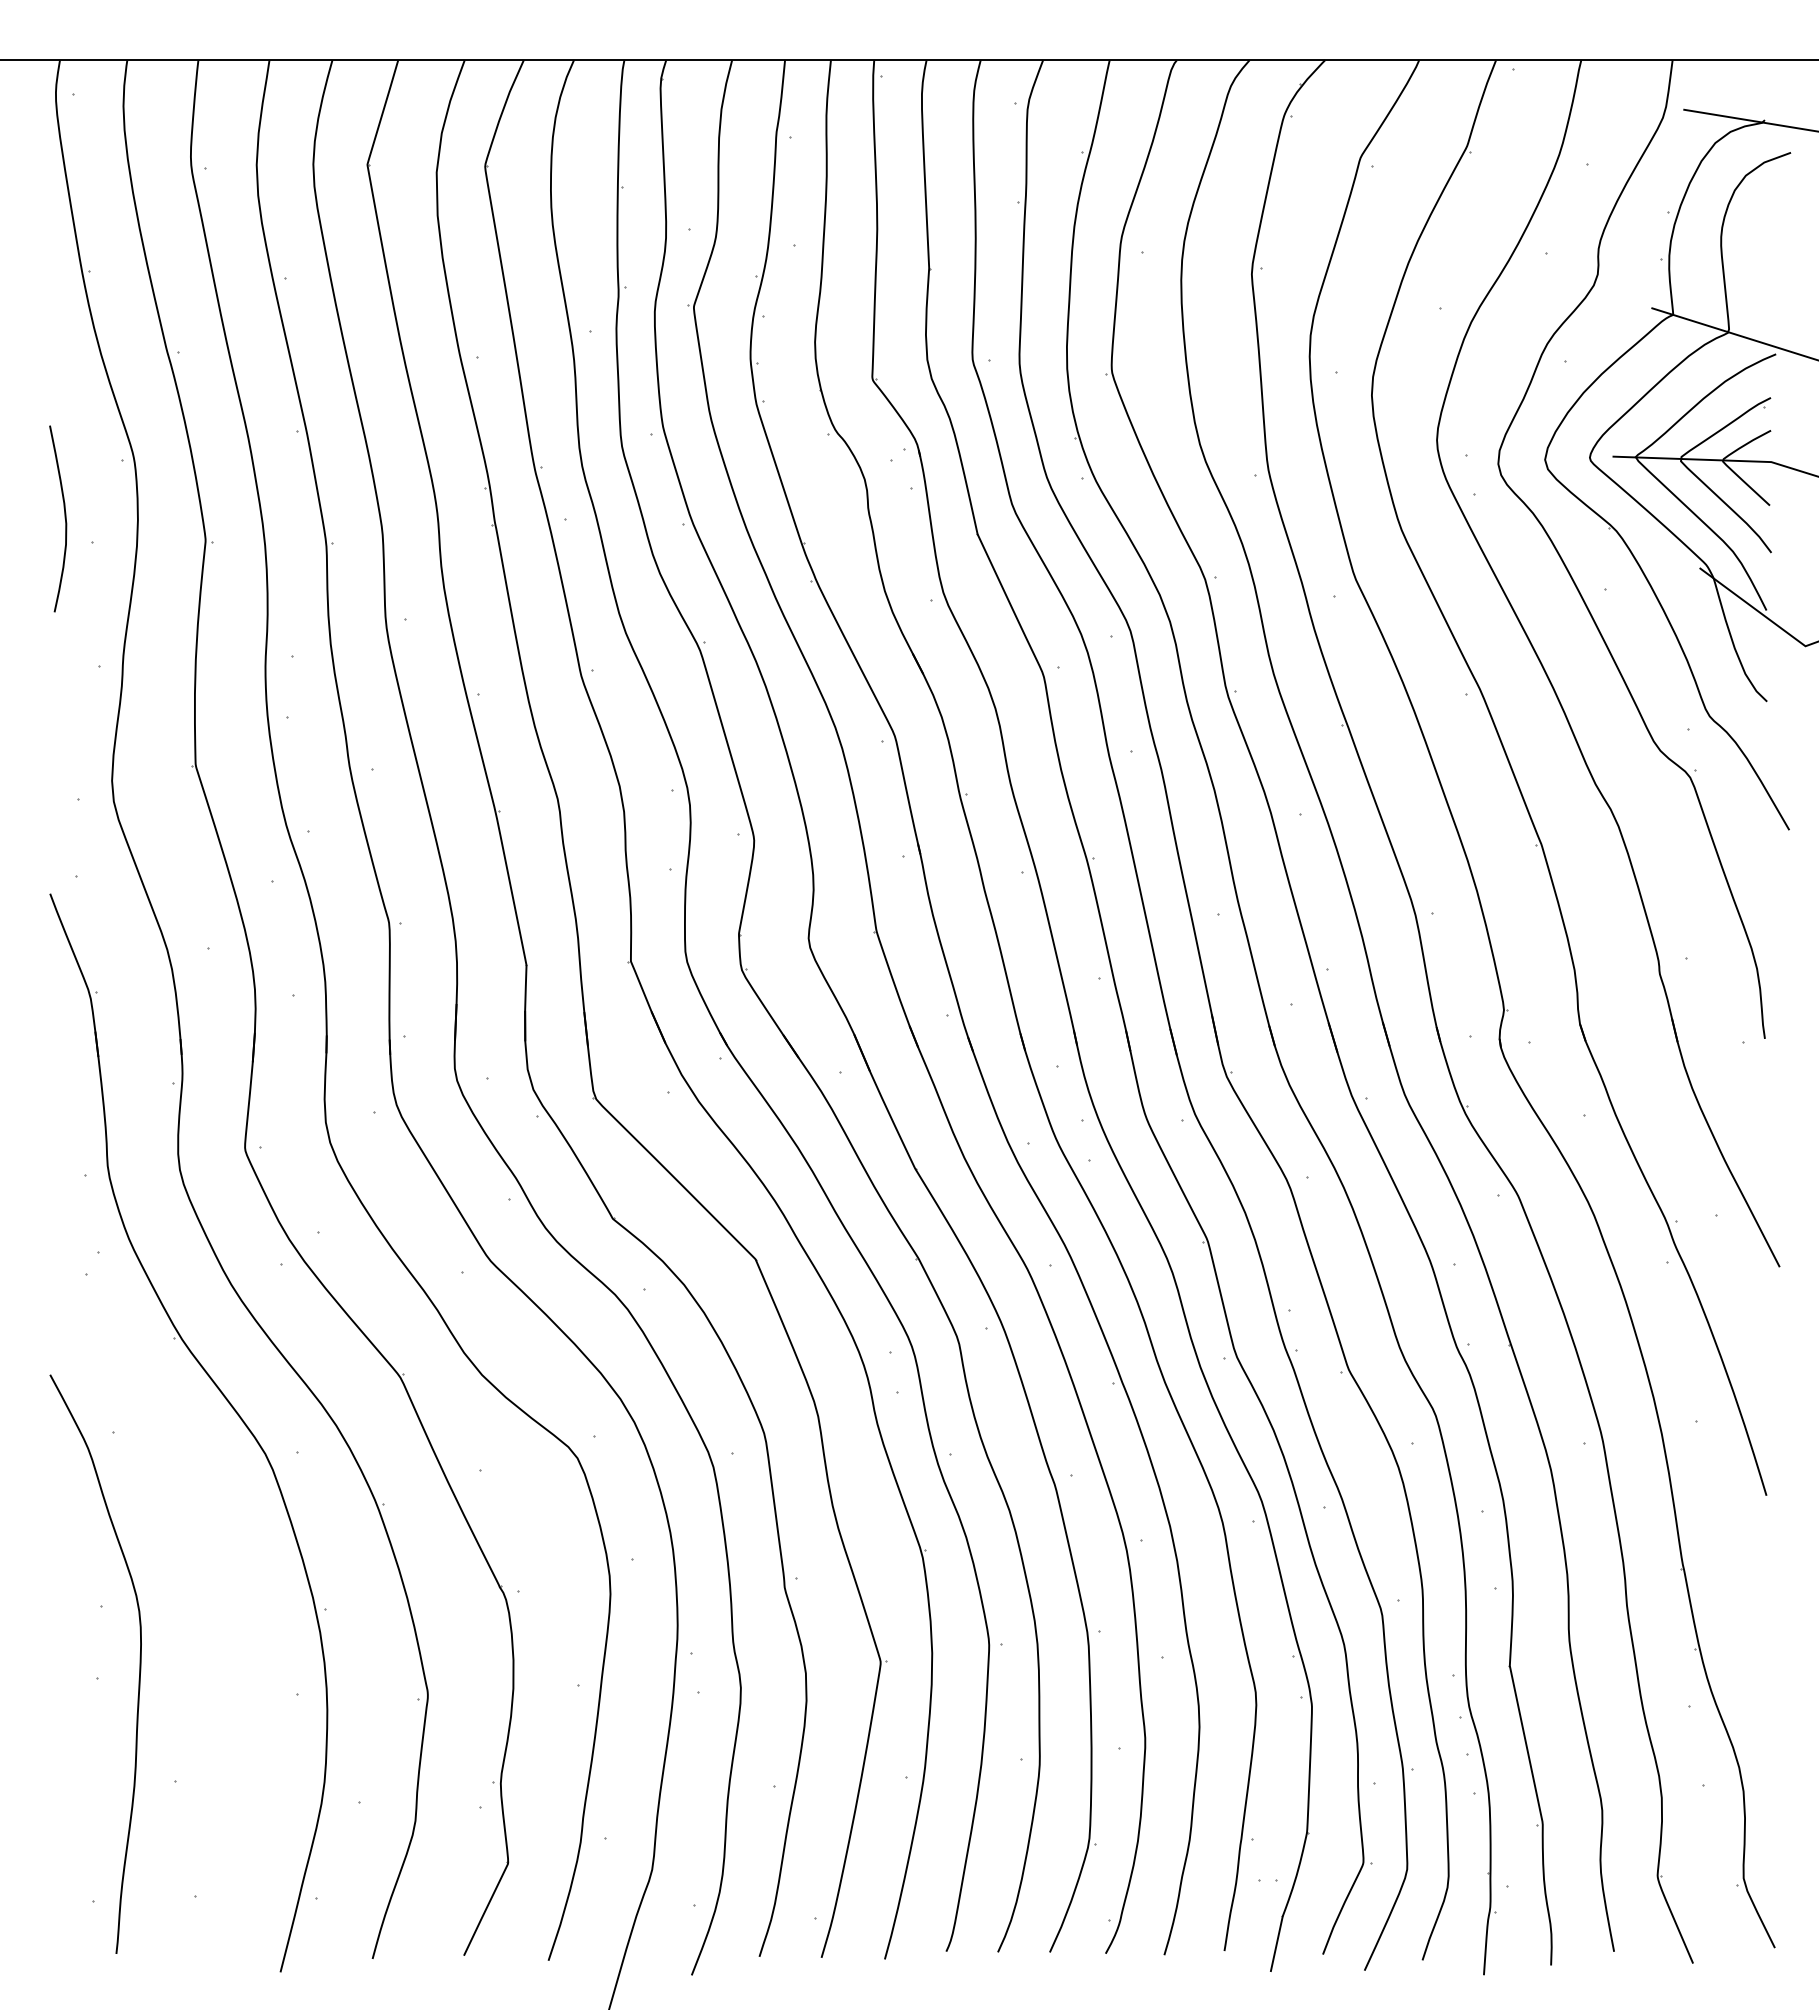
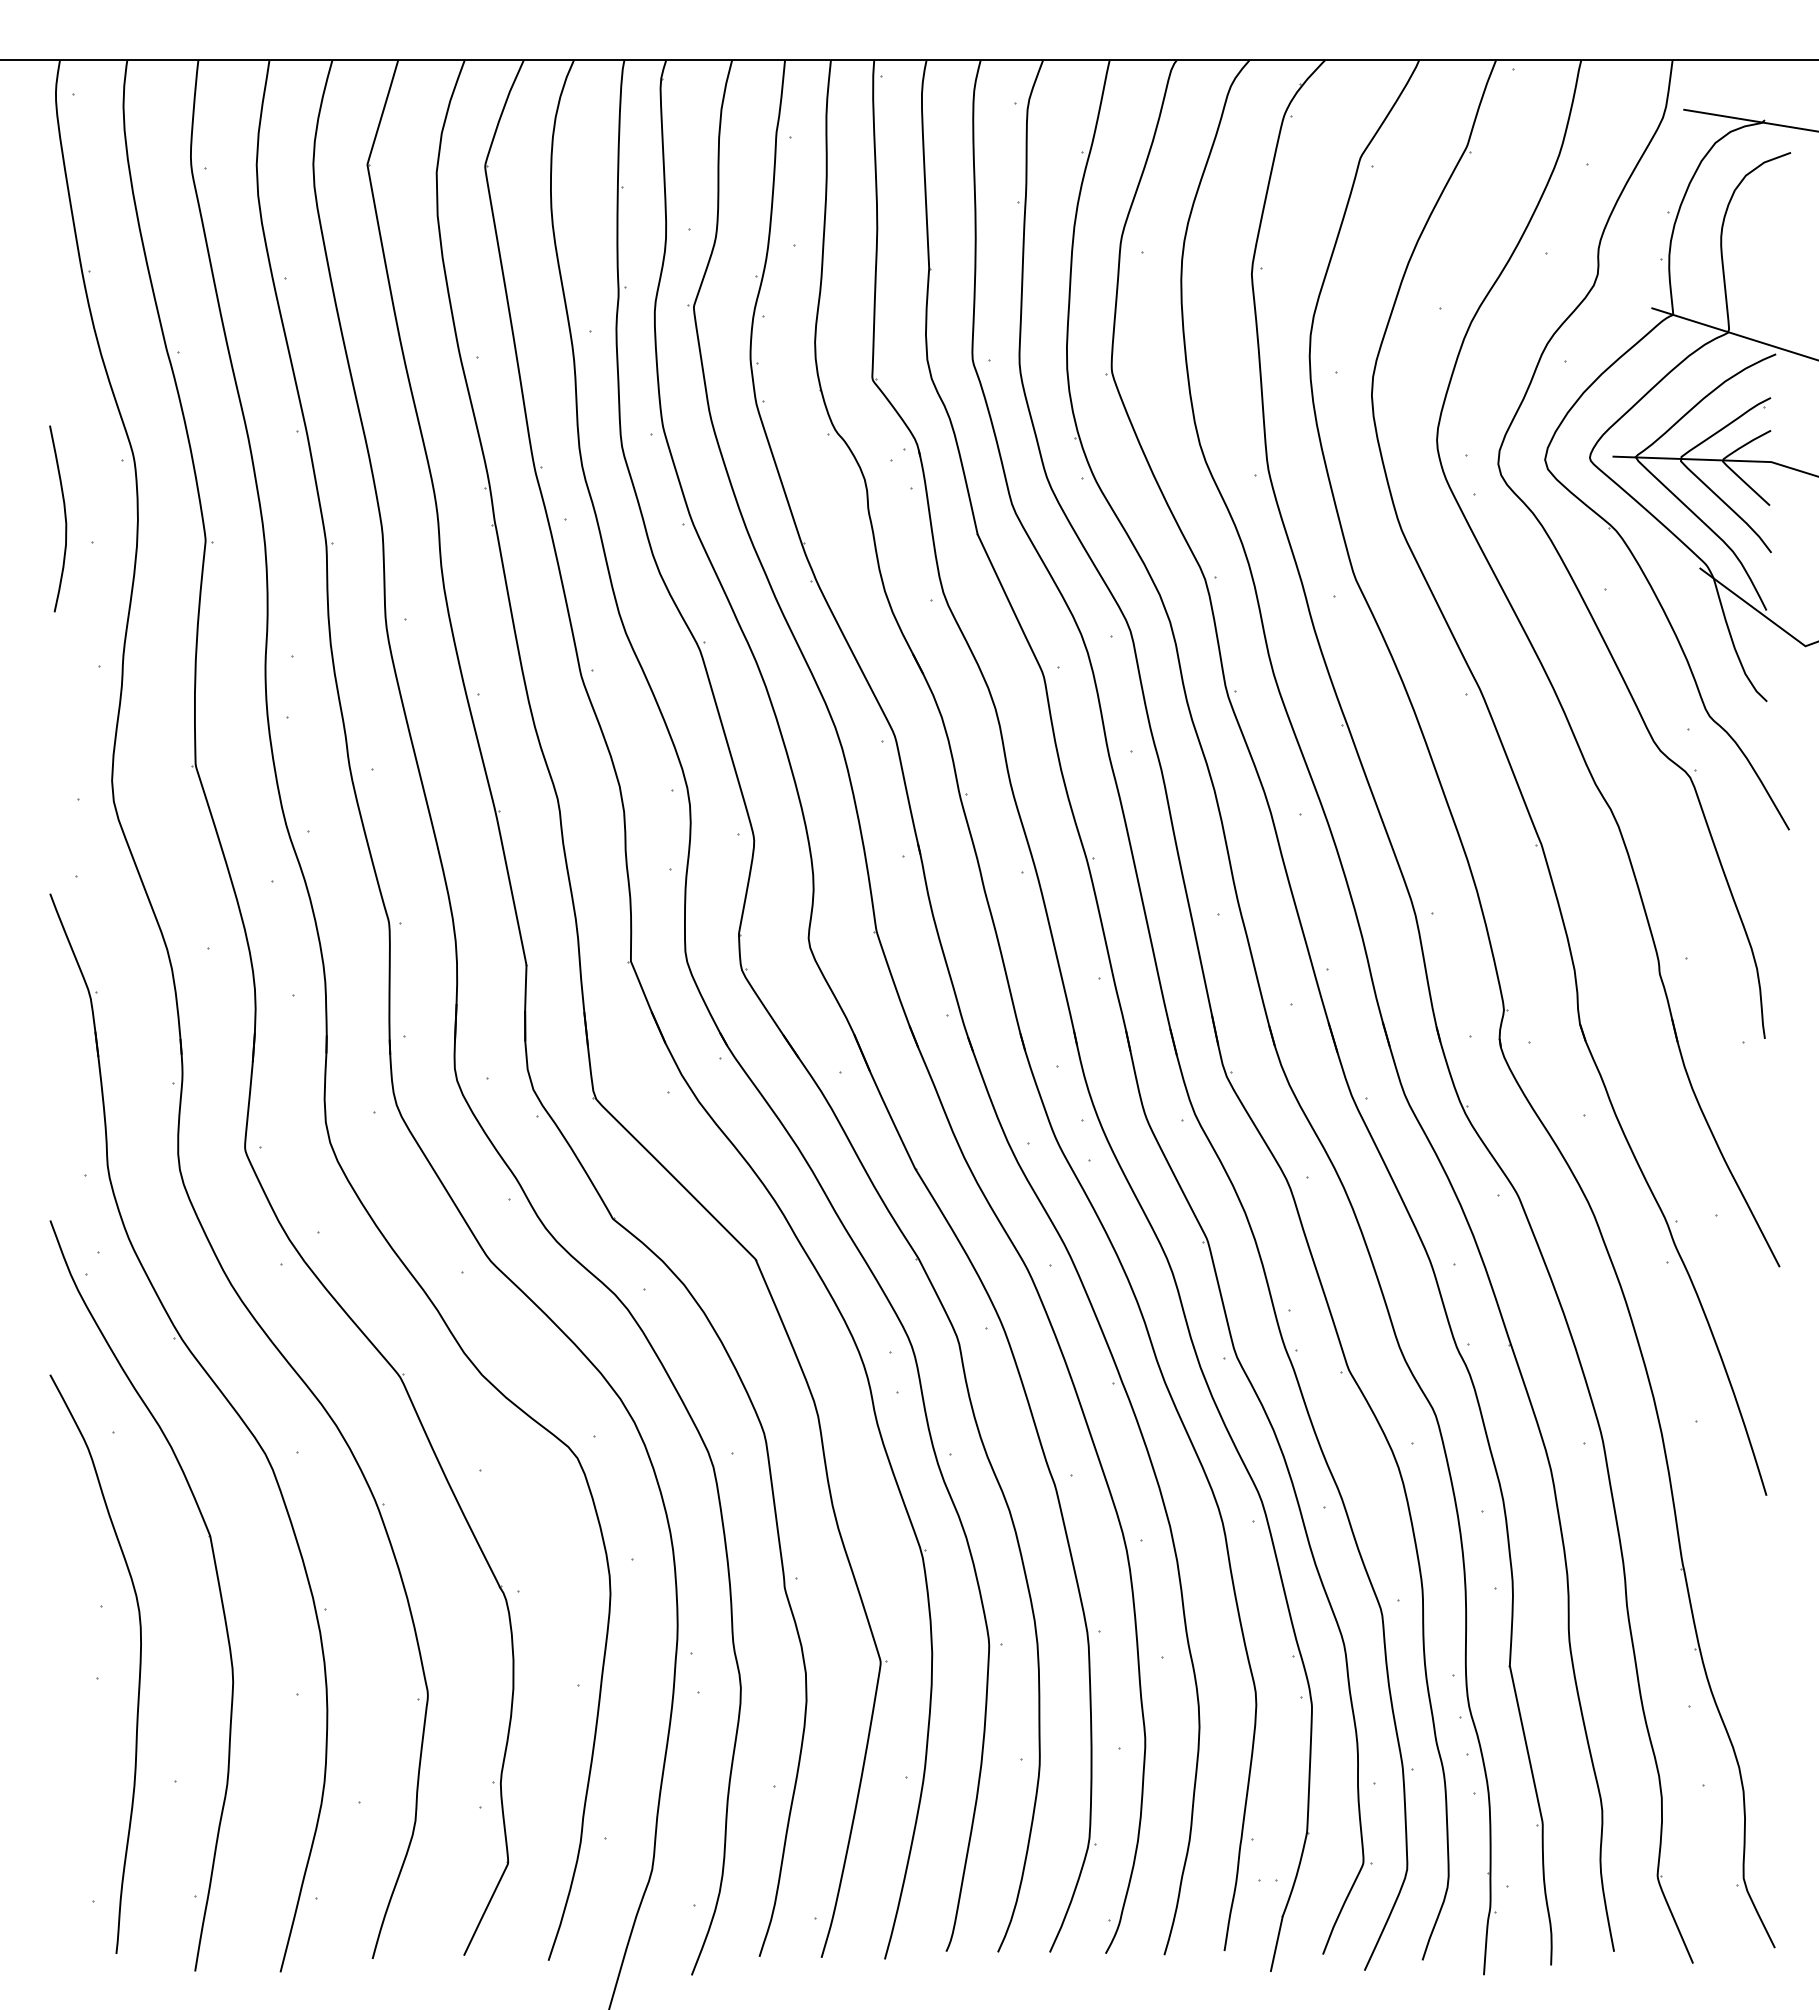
part at (217, 1582): none -> present
